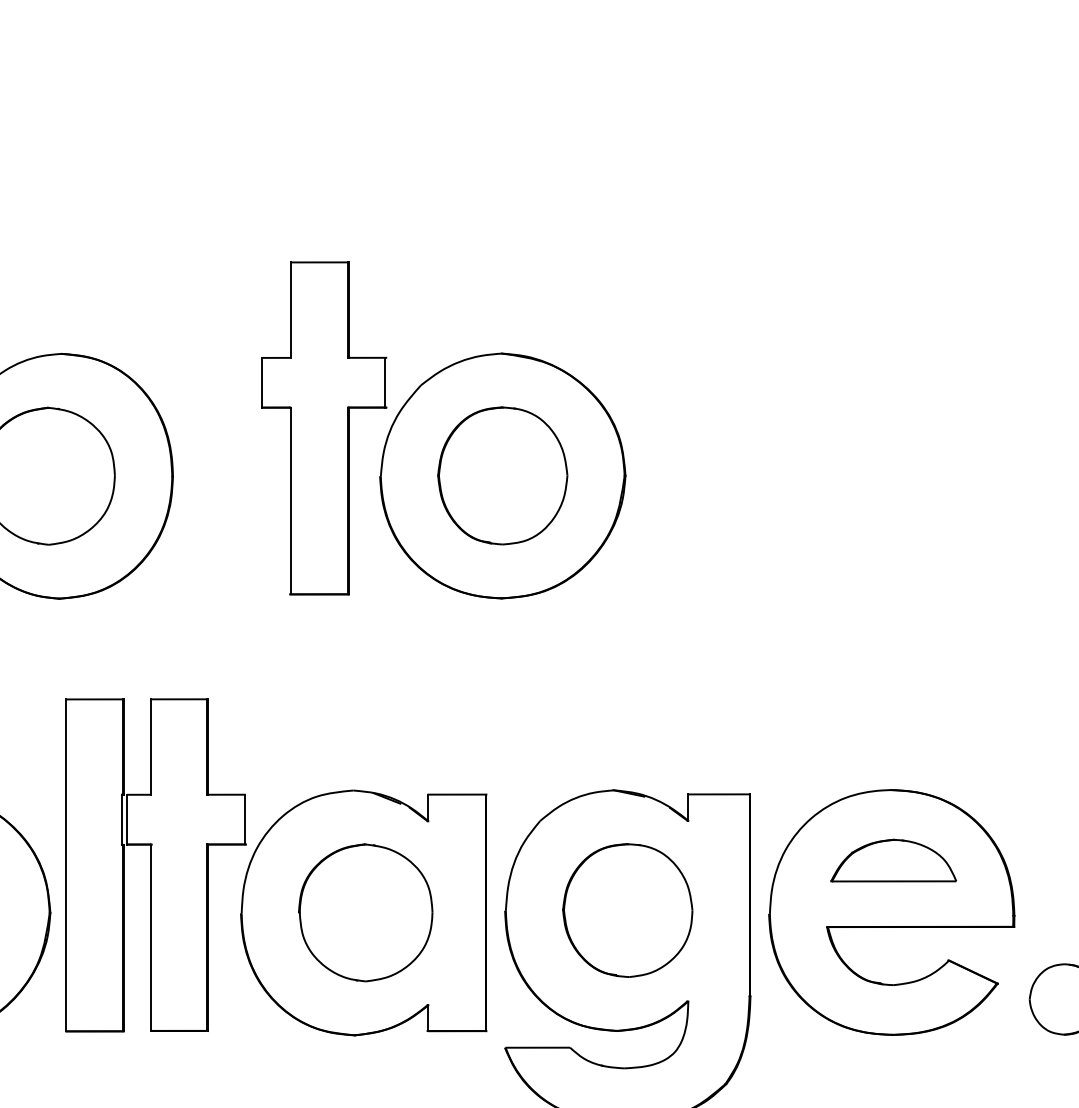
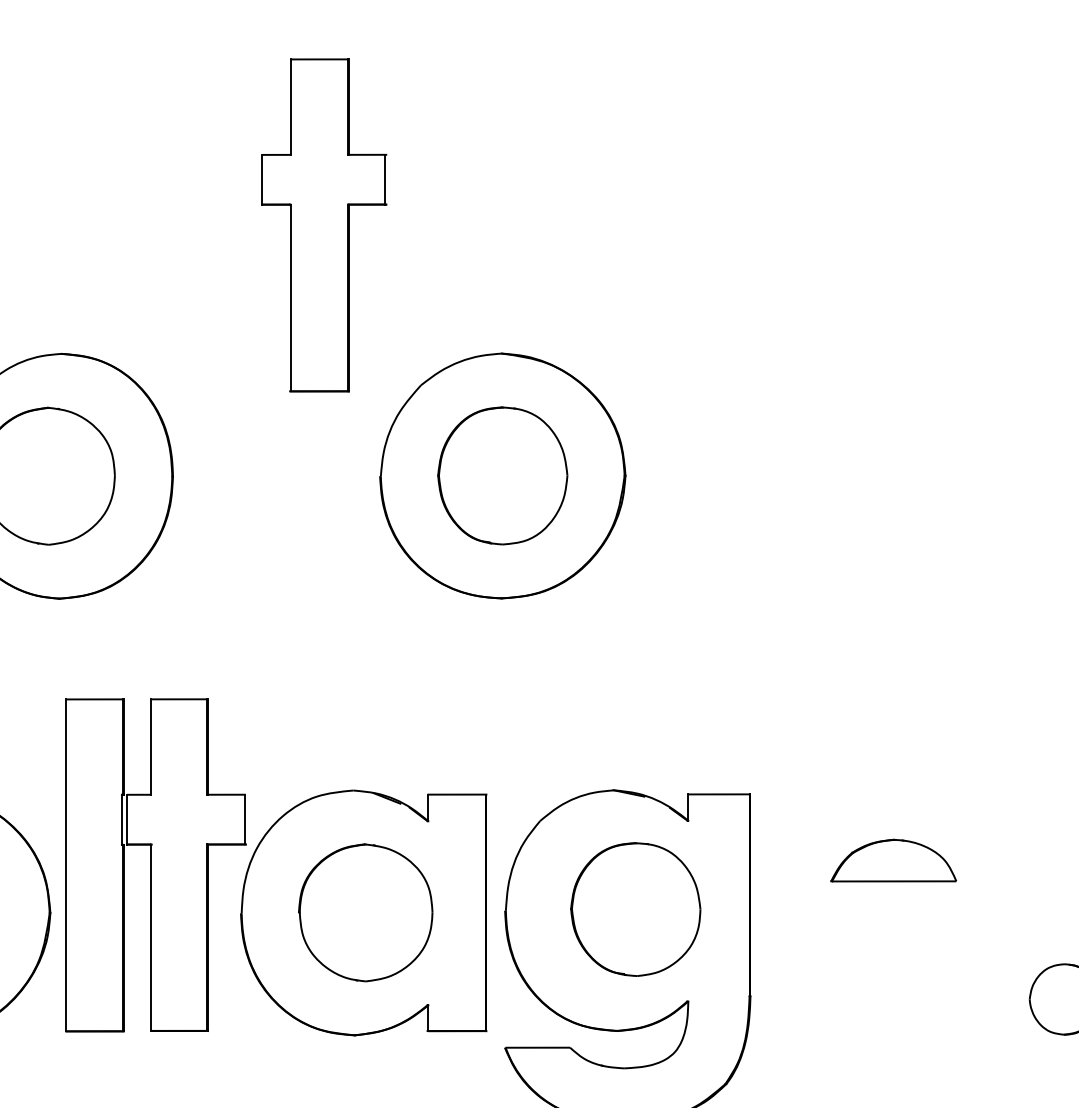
part at (324, 428) position: (324, 428) -> (324, 225)
part at (627, 910) position: (627, 910) -> (635, 909)
part at (891, 912): present -> none
